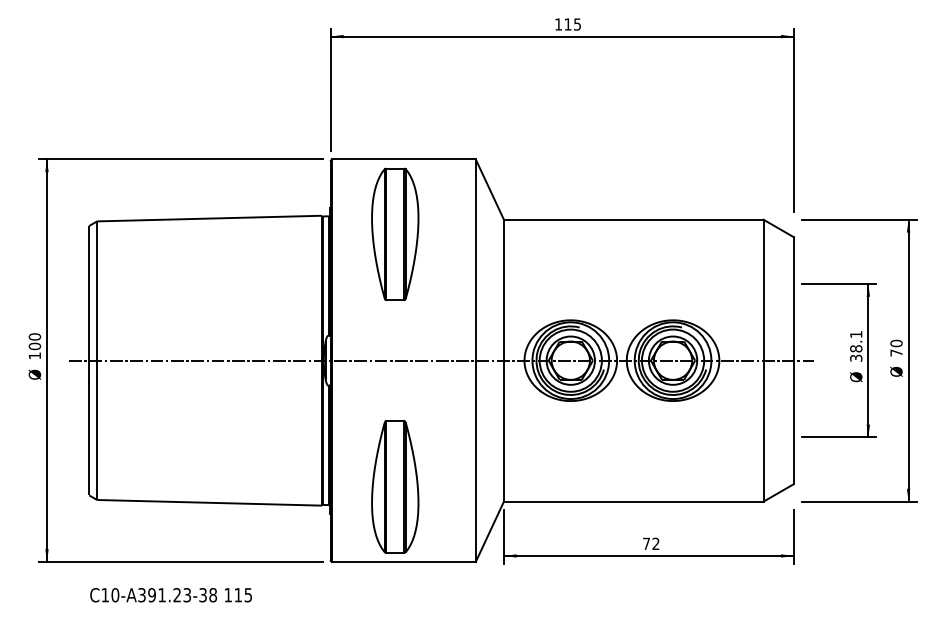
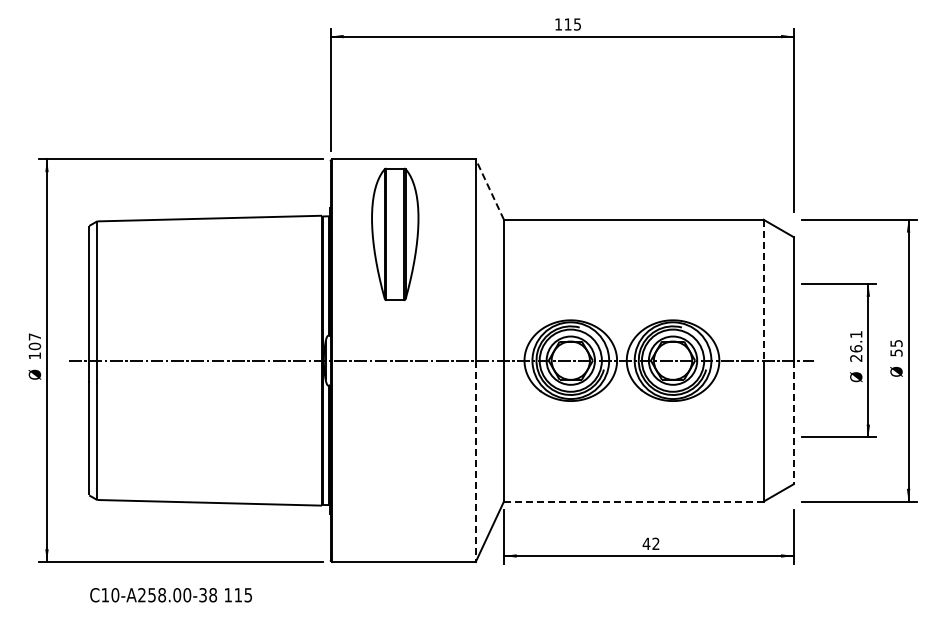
line at (489, 189): solid -> dashed
line at (763, 290): solid -> dashed
text at (34, 336): 100 -> 107
text at (896, 347): 70 -> 55
text at (856, 353): 38.1 -> 26.1
line at (793, 422): solid -> dashed
line at (475, 461): solid -> dashed
part at (395, 486): present -> none
line at (633, 501): solid -> dashed
text at (646, 543): 72 -> 42
text at (164, 595): C10-A391.23-38 -> C10-A258.00-38
